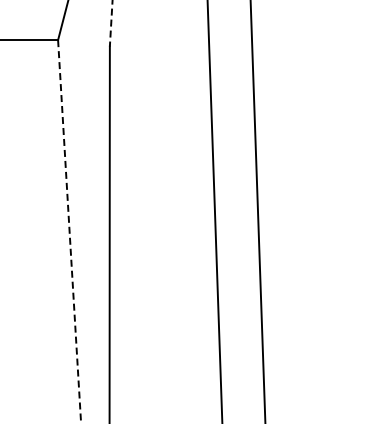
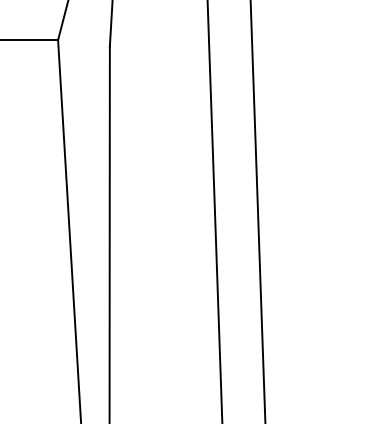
line at (111, 23): dashed -> solid
line at (69, 231): dashed -> solid
